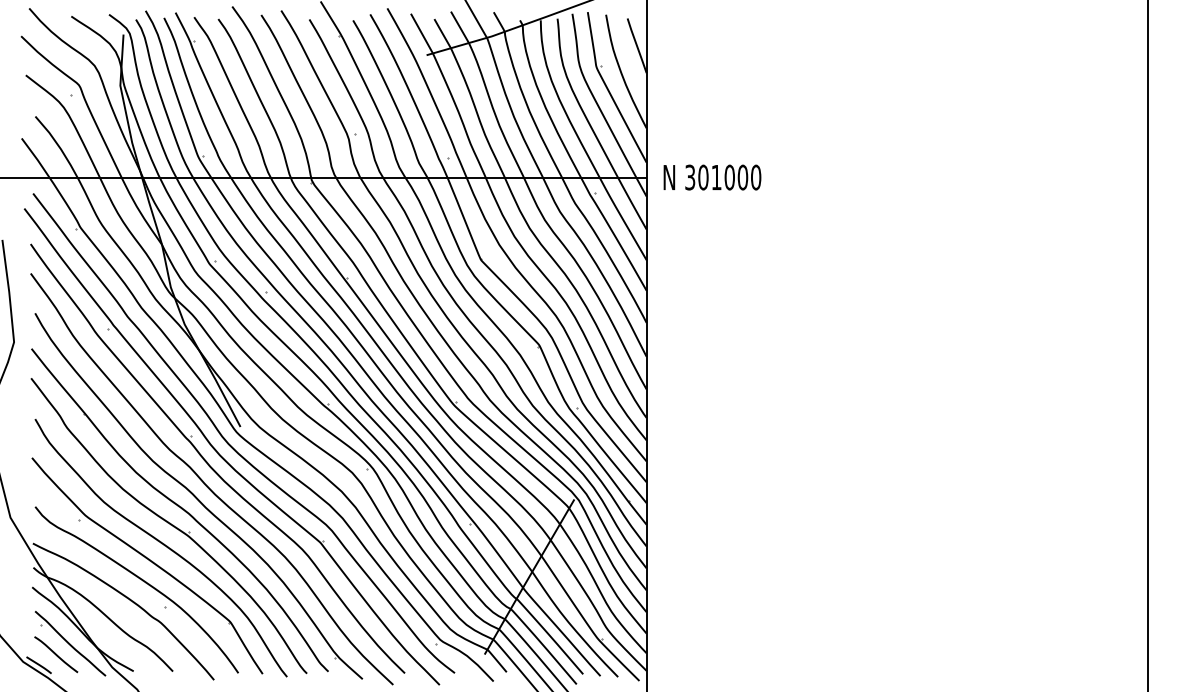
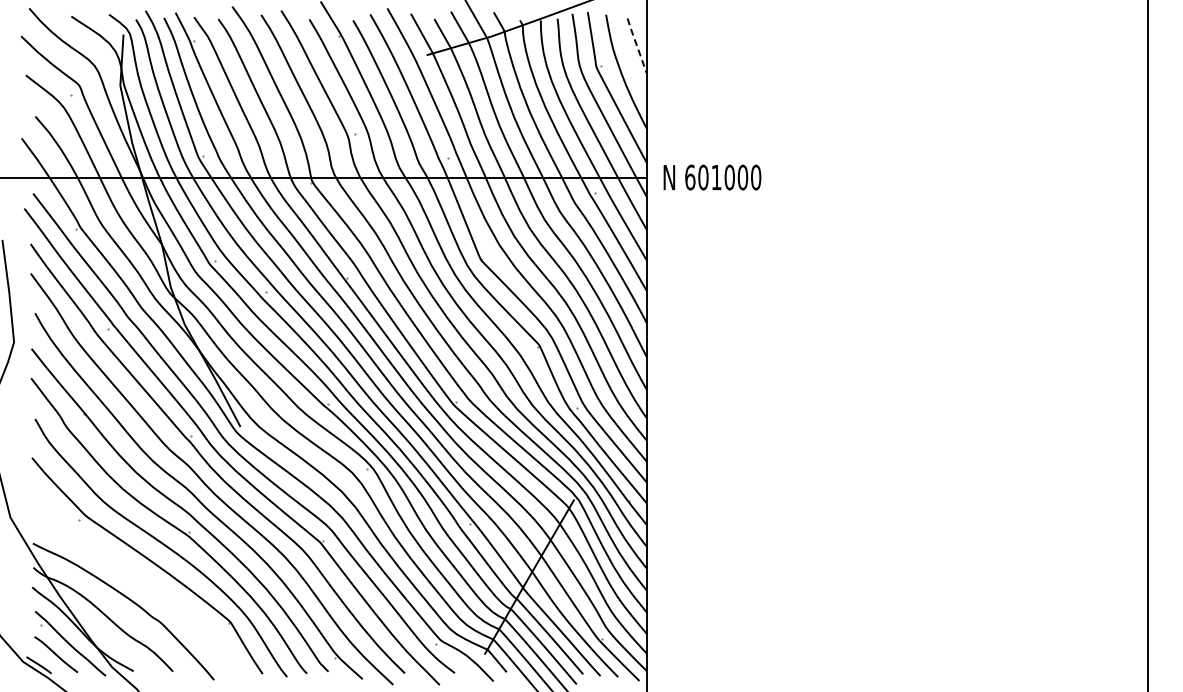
line at (637, 45): solid -> dashed
text at (690, 177): 301000 -> 601000
part at (142, 581): present -> none
